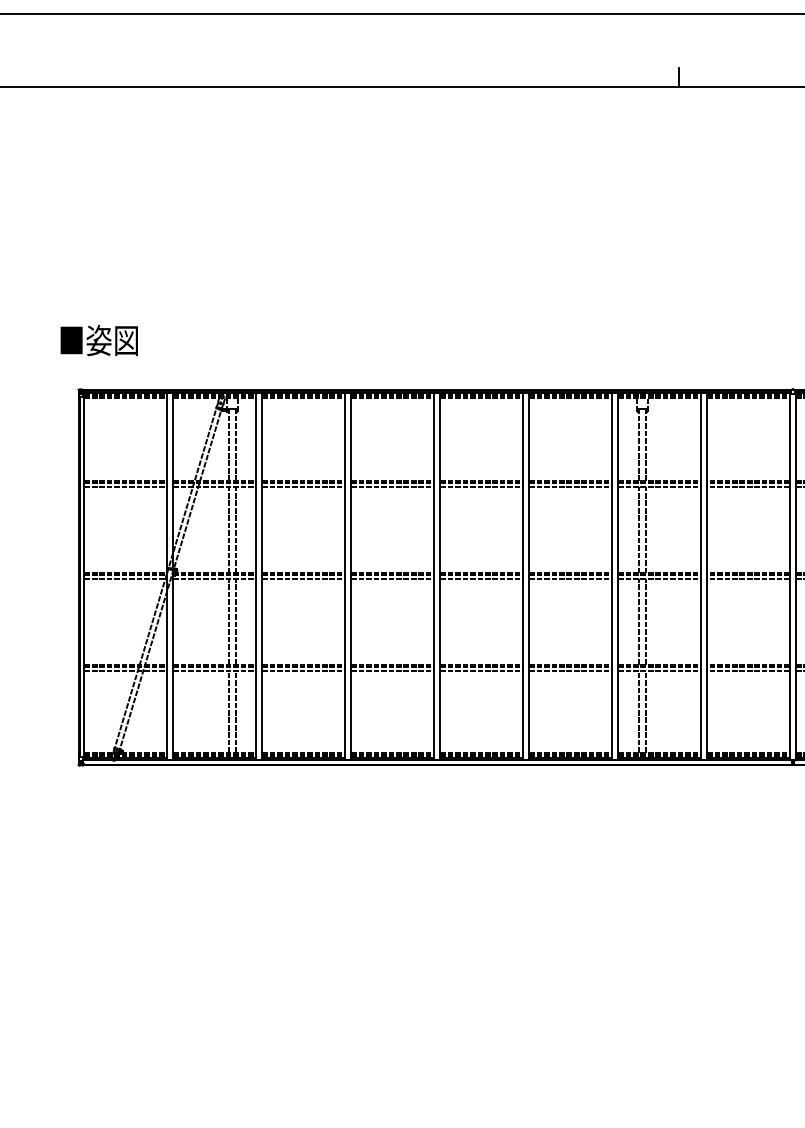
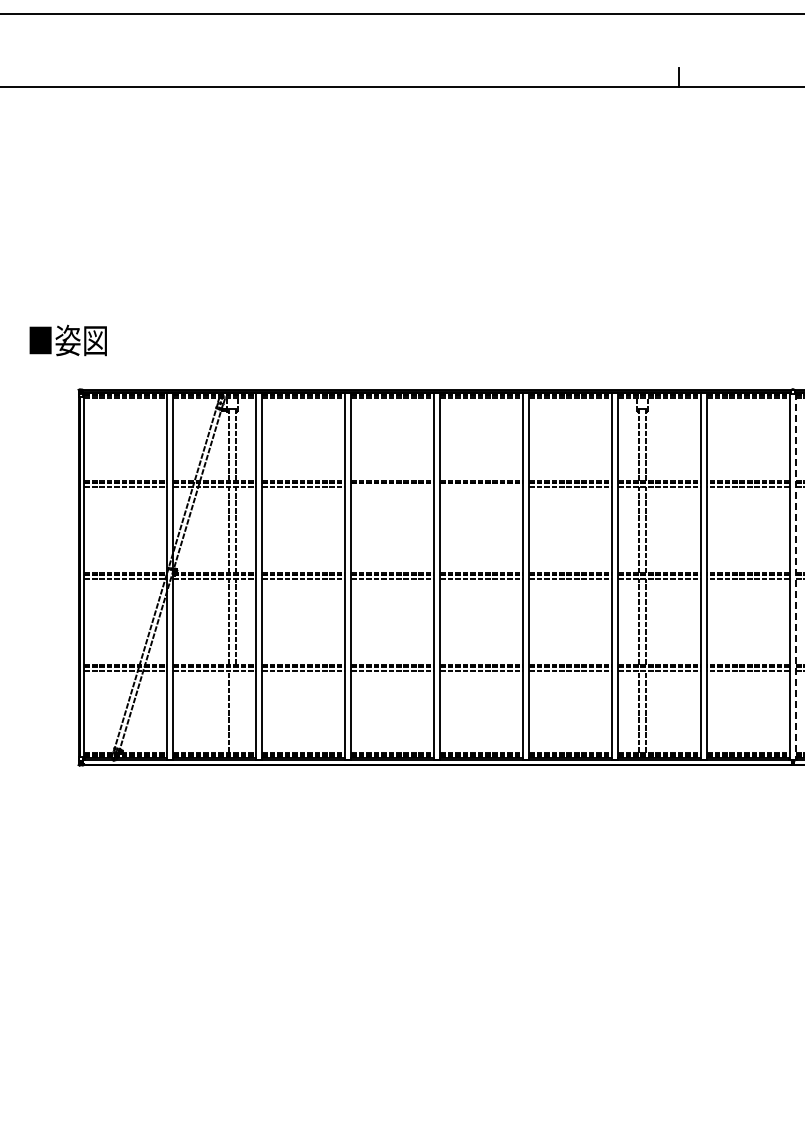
text at (98, 340) position: (98, 340) -> (67, 340)
line at (392, 486): present -> none
line at (481, 486): present -> none
line at (796, 576): solid -> dashed
line at (235, 711): present -> none
